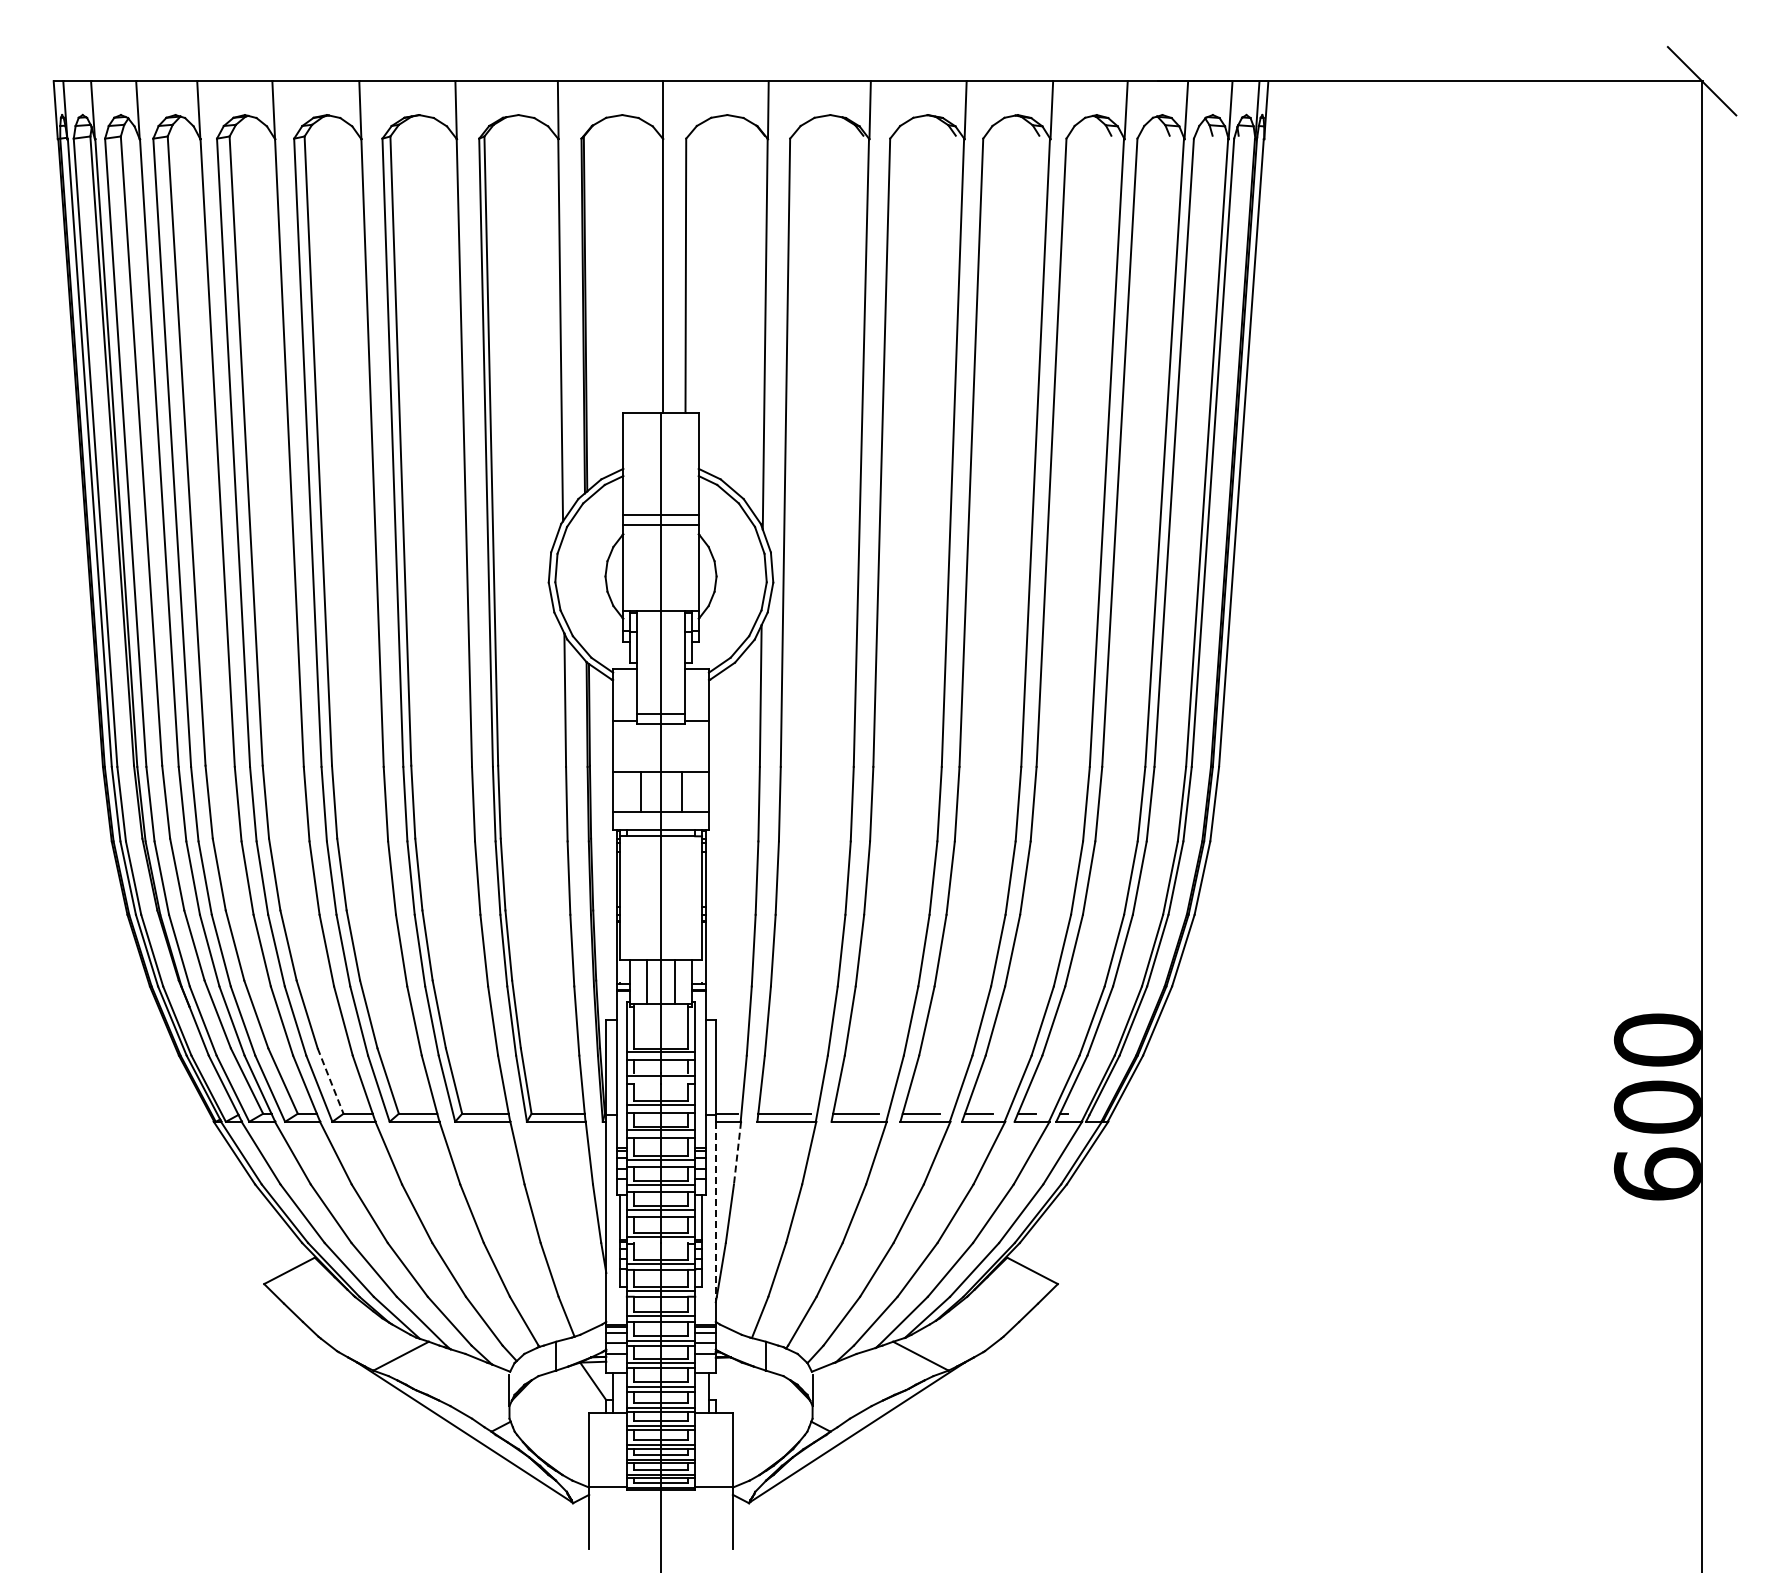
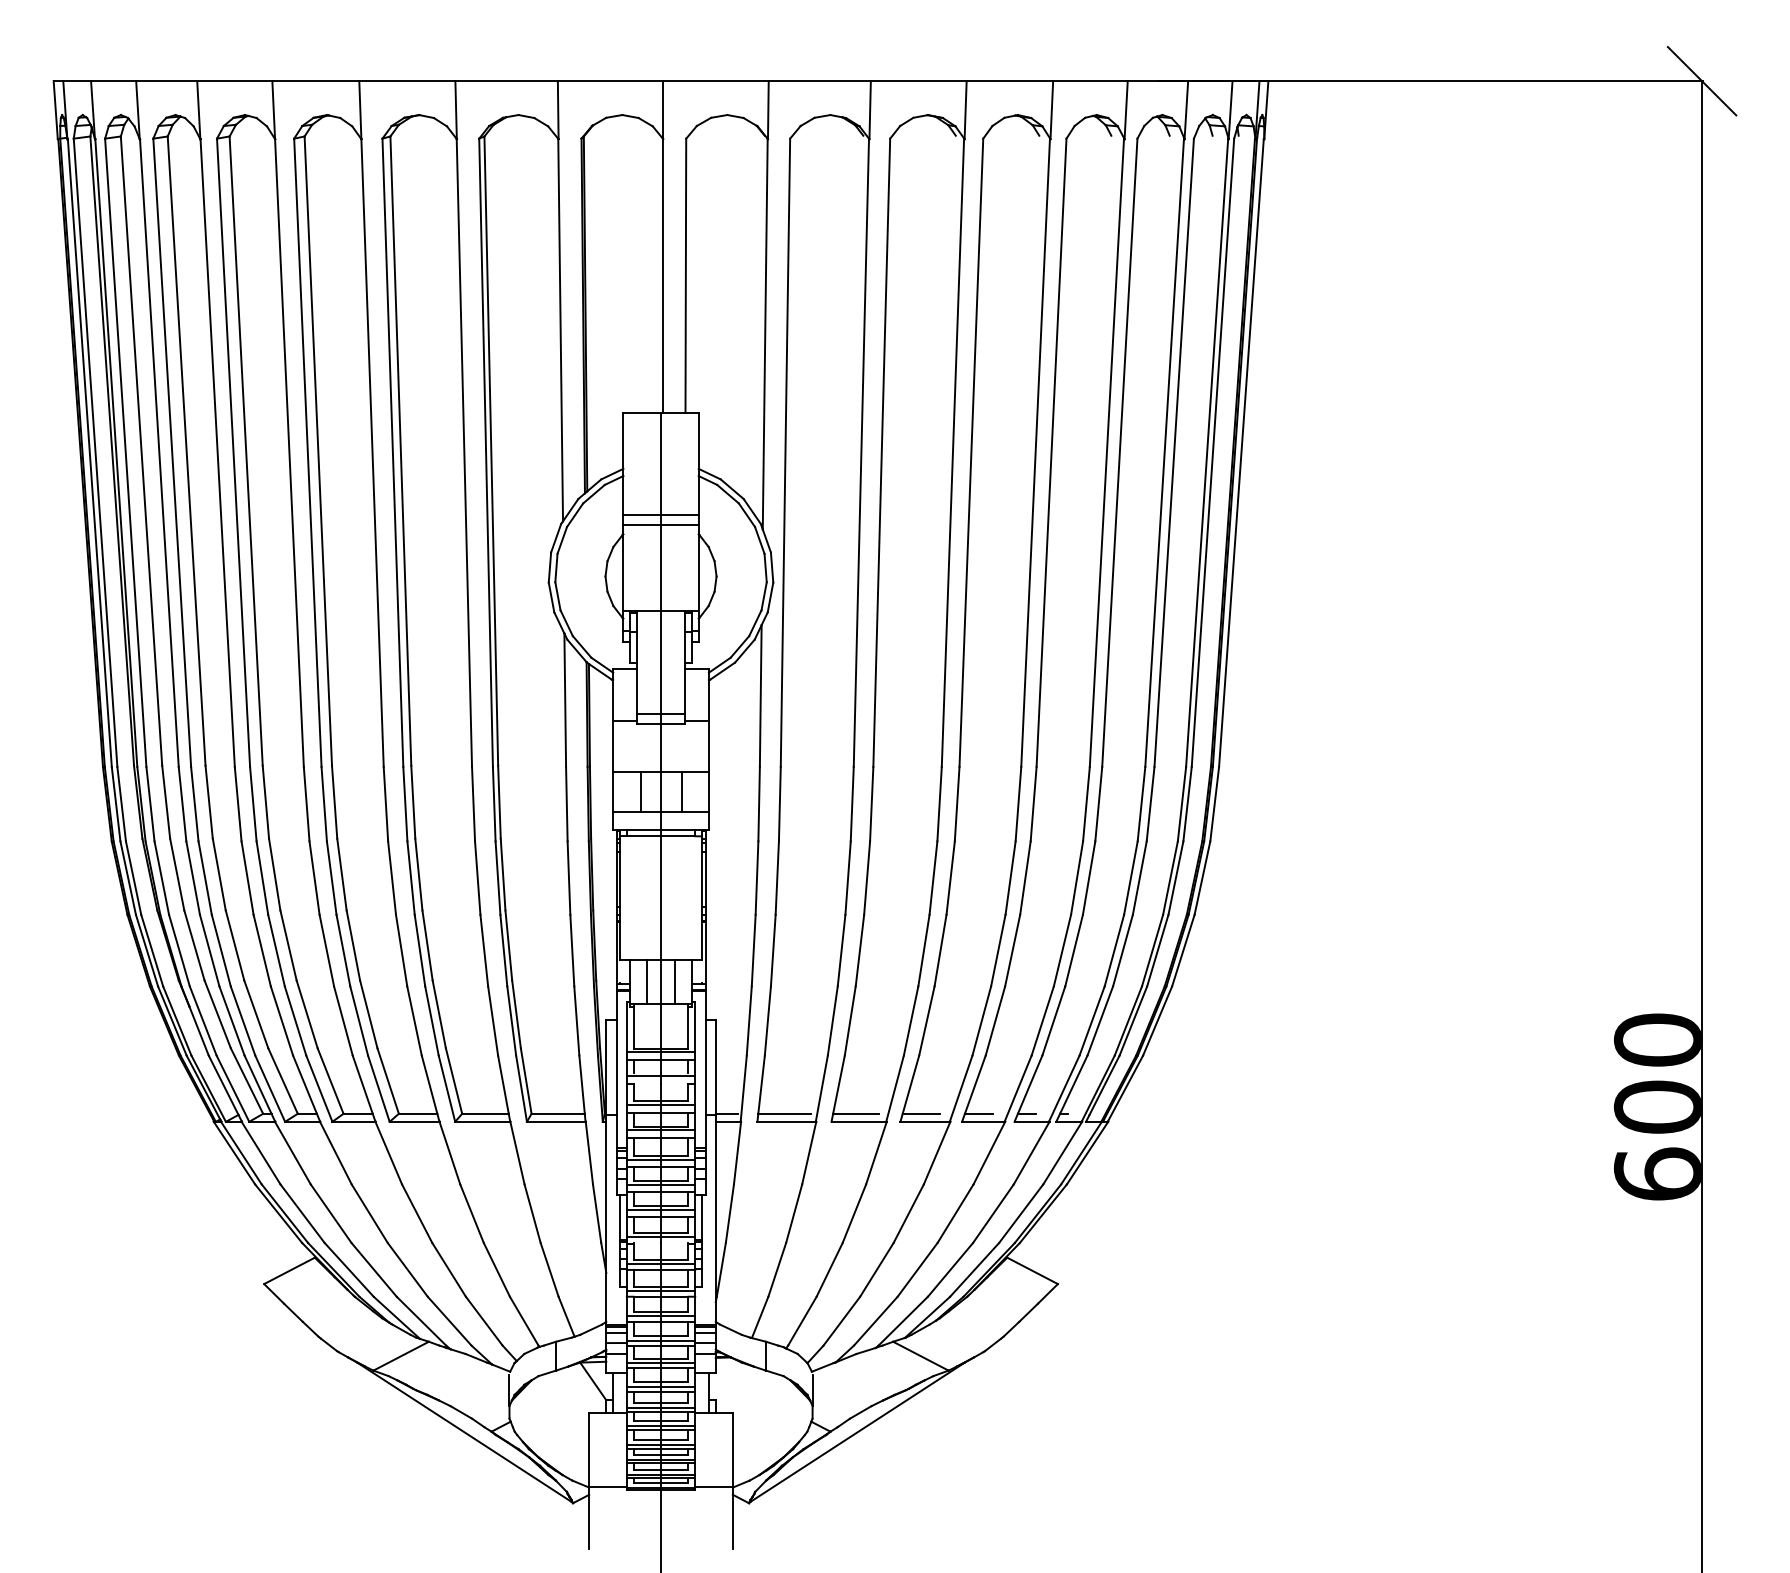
line at (330, 1081): dashed -> solid
line at (737, 1153): dashed -> solid
line at (715, 1212): dashed -> solid
